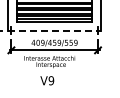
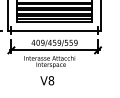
line at (54, 31): dashed -> solid
text at (51, 80): V9 -> V8
